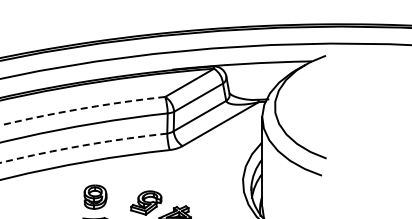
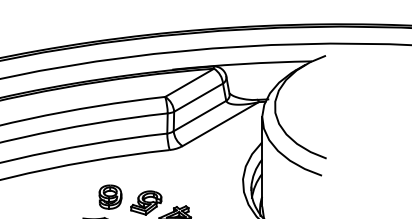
arc at (82, 108): dashed -> solid
arc at (83, 145): dashed -> solid
part at (95, 196) position: (95, 196) -> (110, 196)
